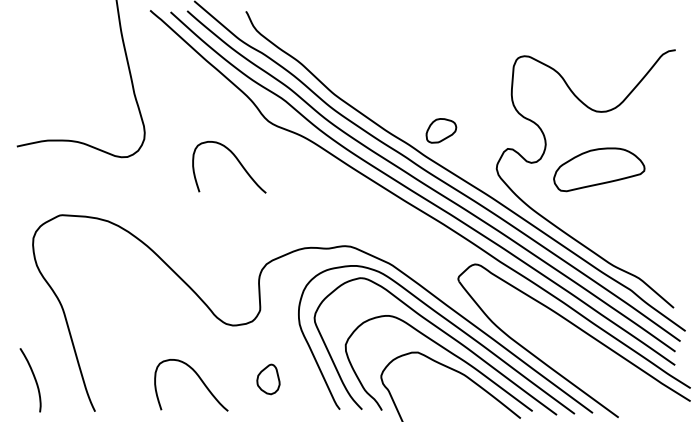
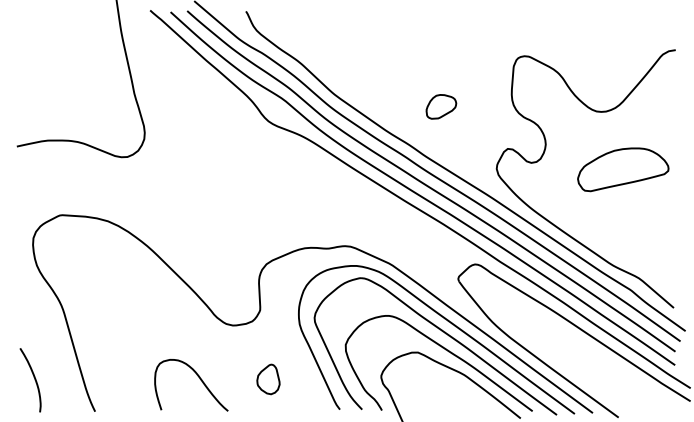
part at (441, 130) position: (441, 130) -> (441, 106)
curve at (237, 161): present -> none
part at (599, 169) position: (599, 169) -> (623, 169)
